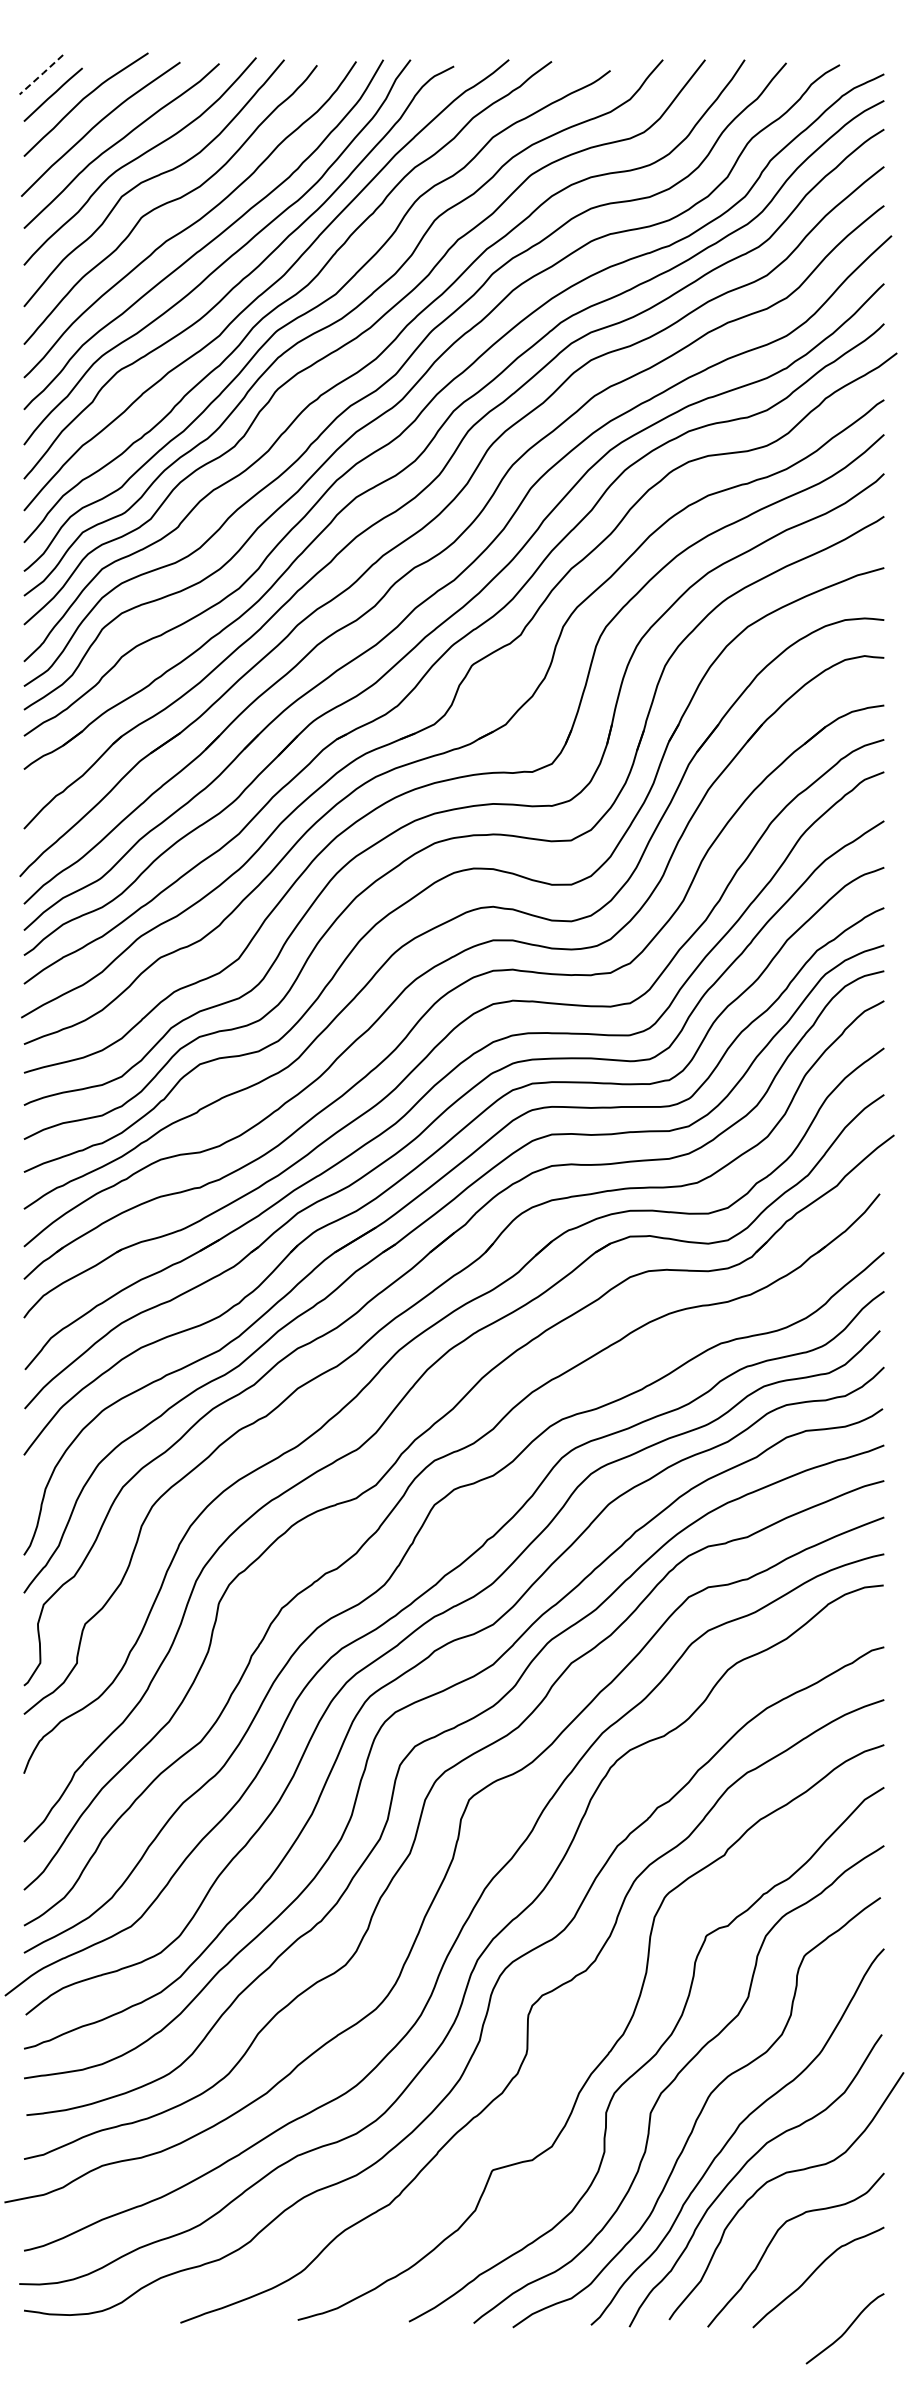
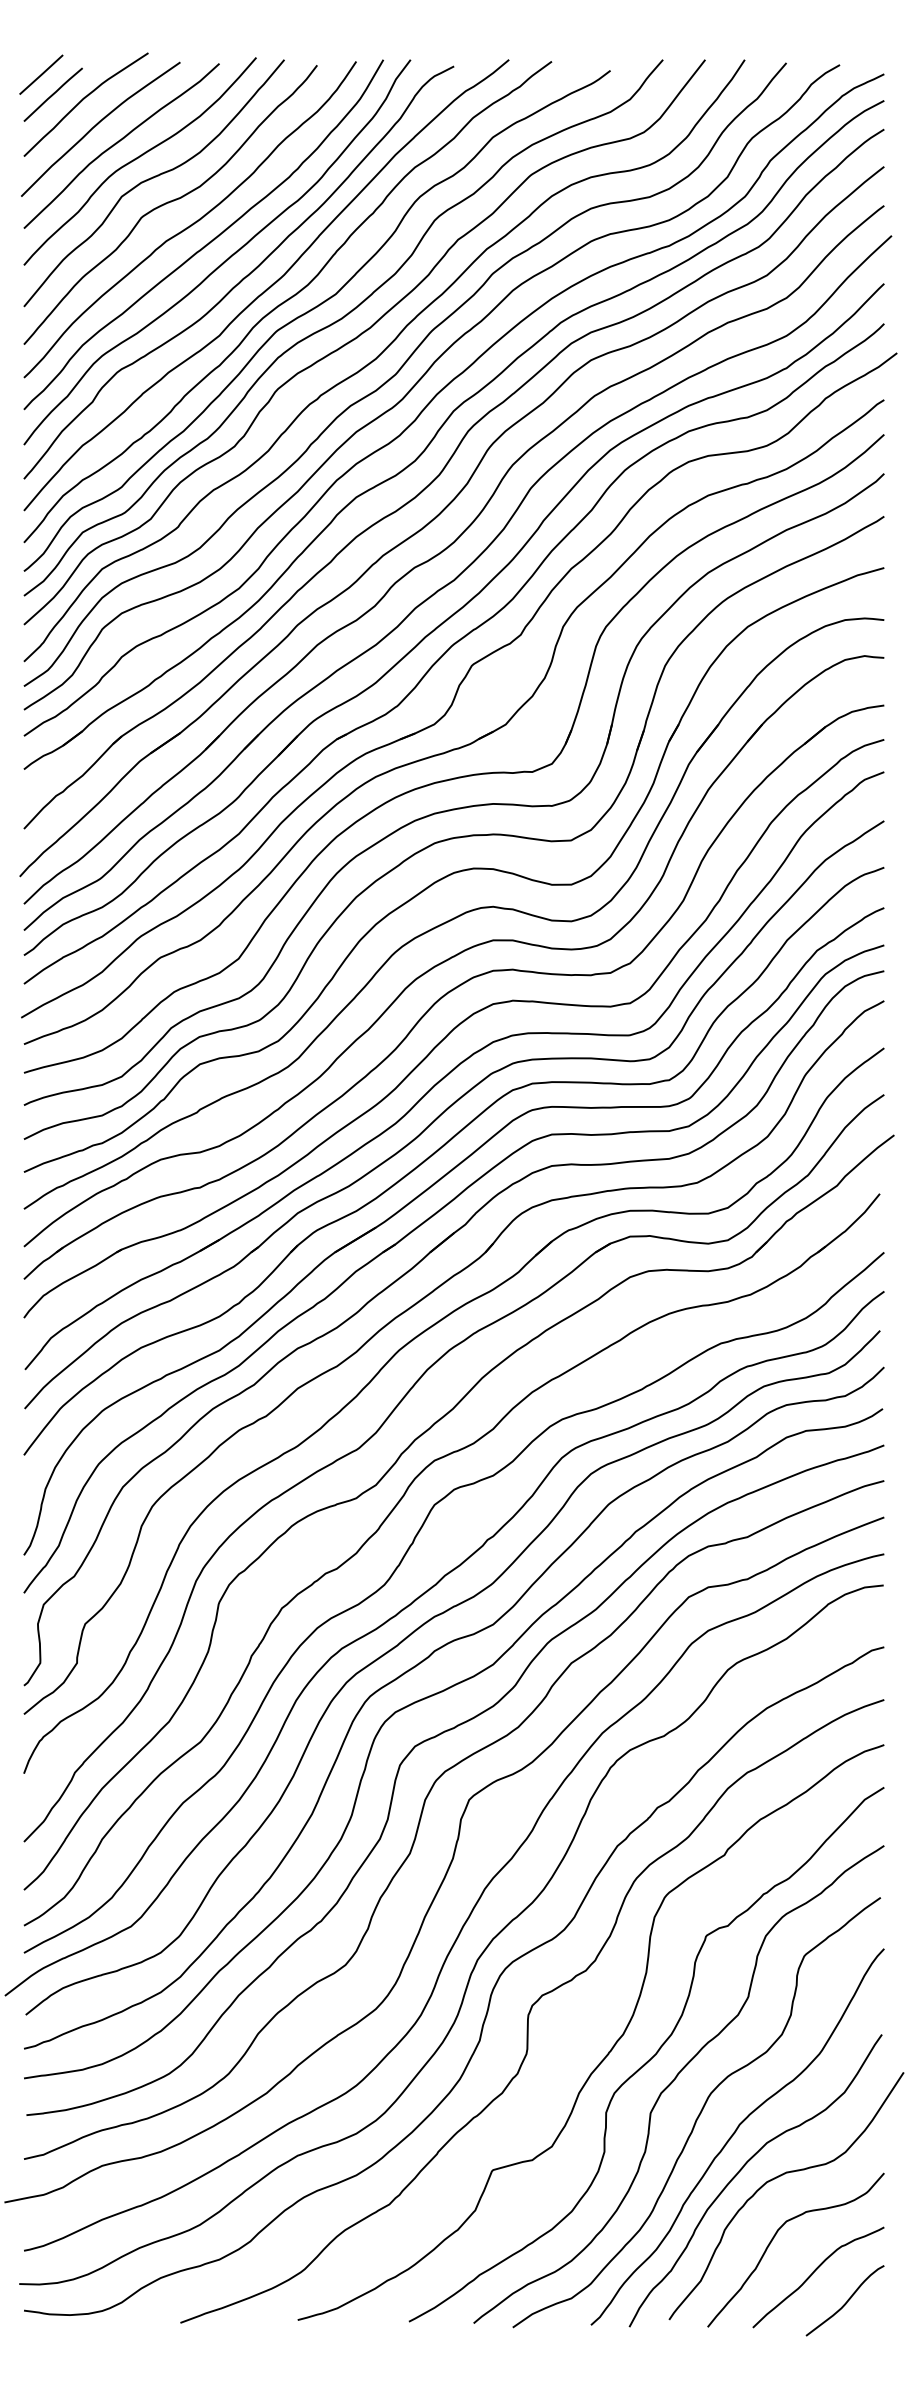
line at (41, 74): dashed -> solid
curve at (846, 2329) position: (846, 2329) -> (846, 2301)
